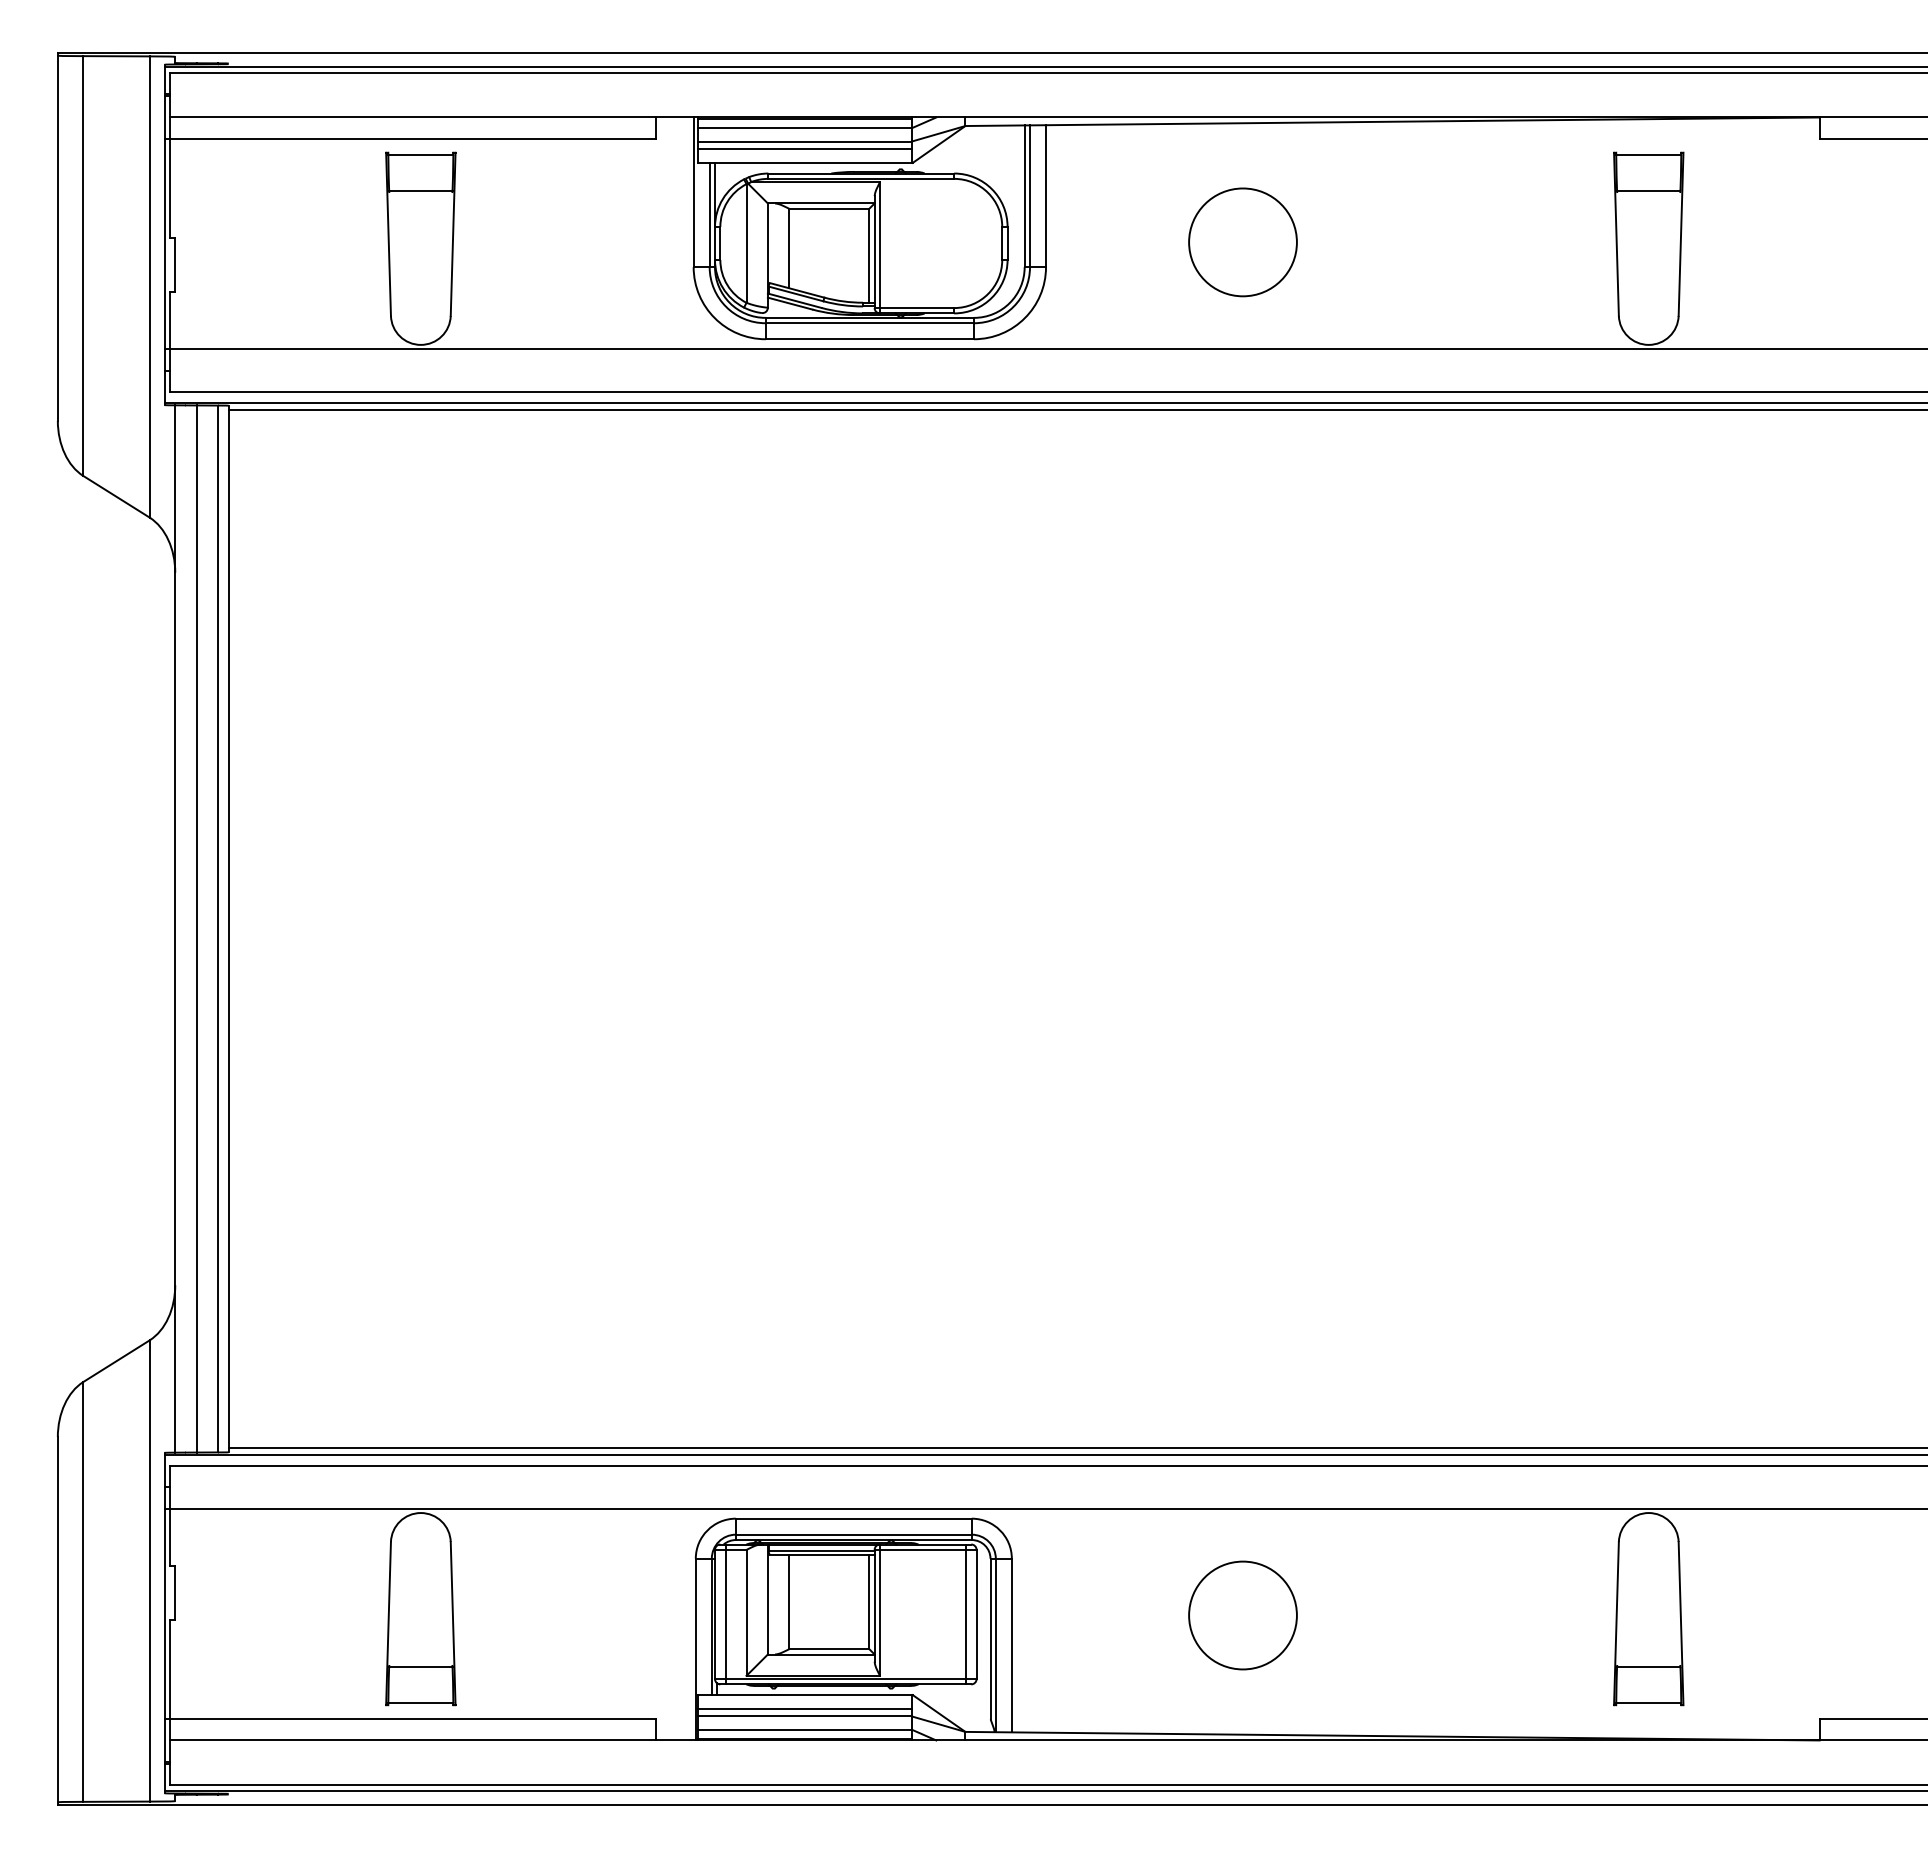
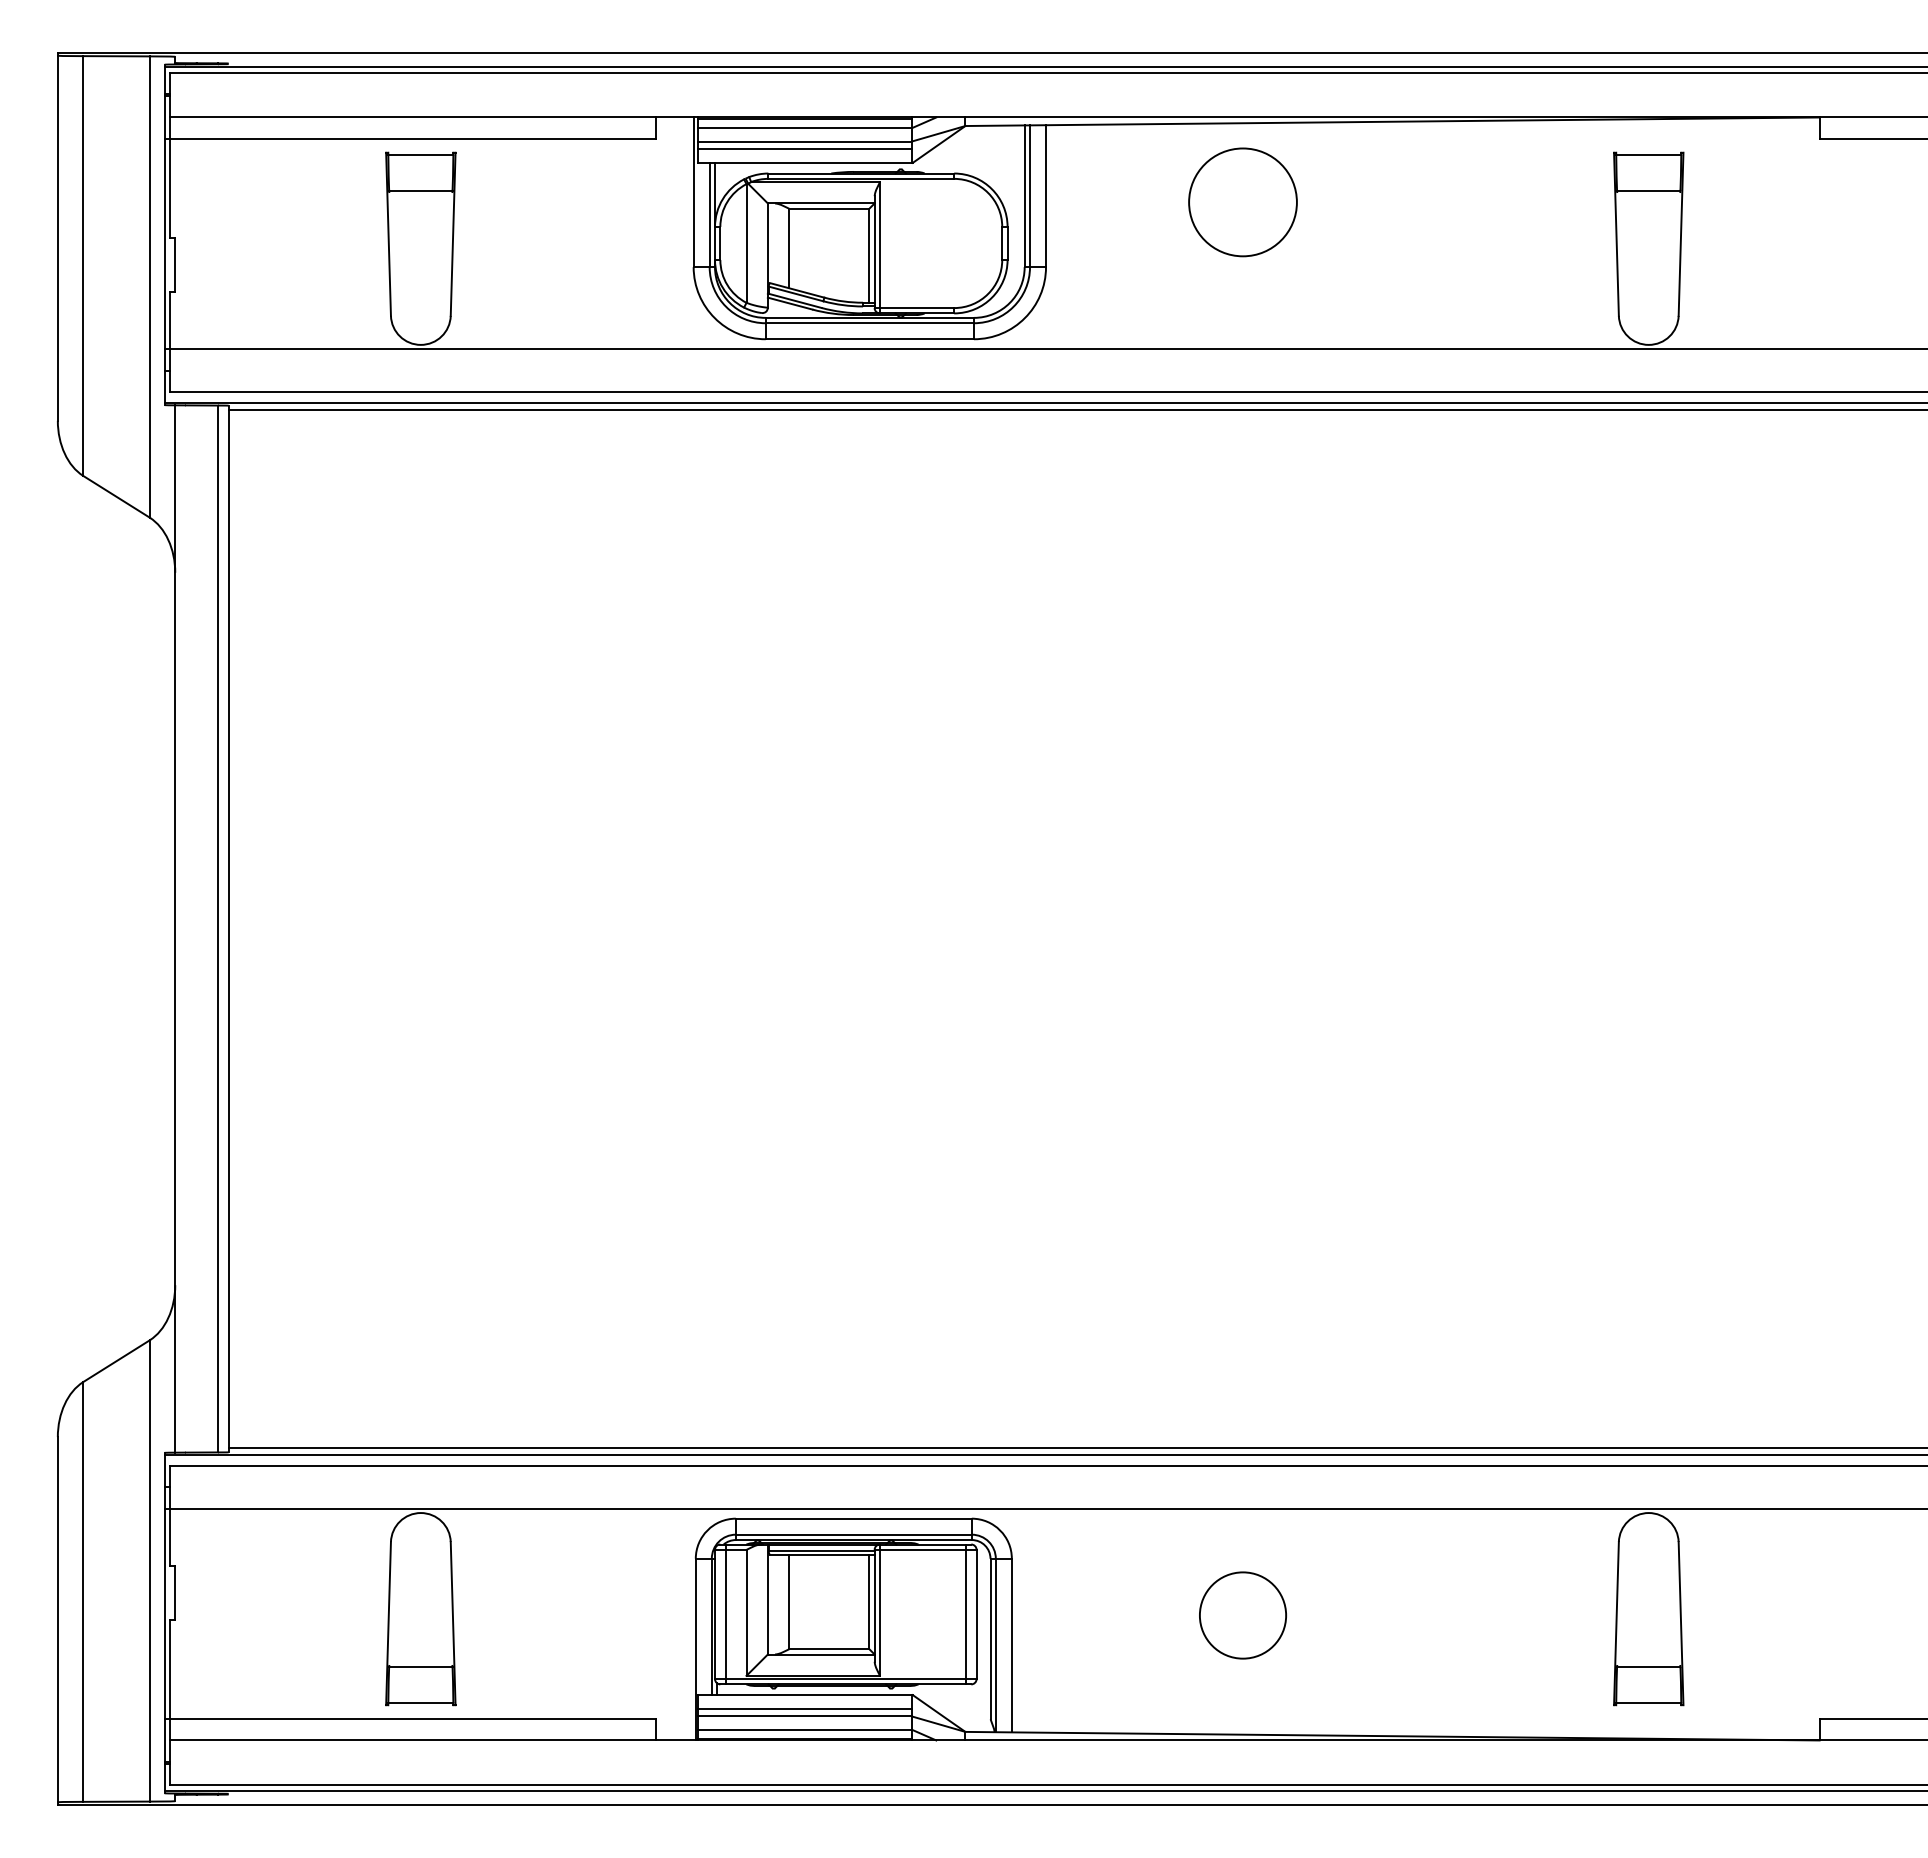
circle at (1242, 242) position: (1242, 242) -> (1242, 202)
line at (196, 928): present -> none
circle at (1242, 1615) size: 110x111 px -> 88x89 px
